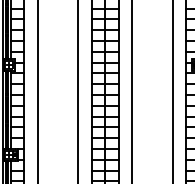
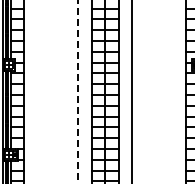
line at (37, 91): present -> none
line at (78, 91): solid -> dashed
line at (172, 91): present -> none
